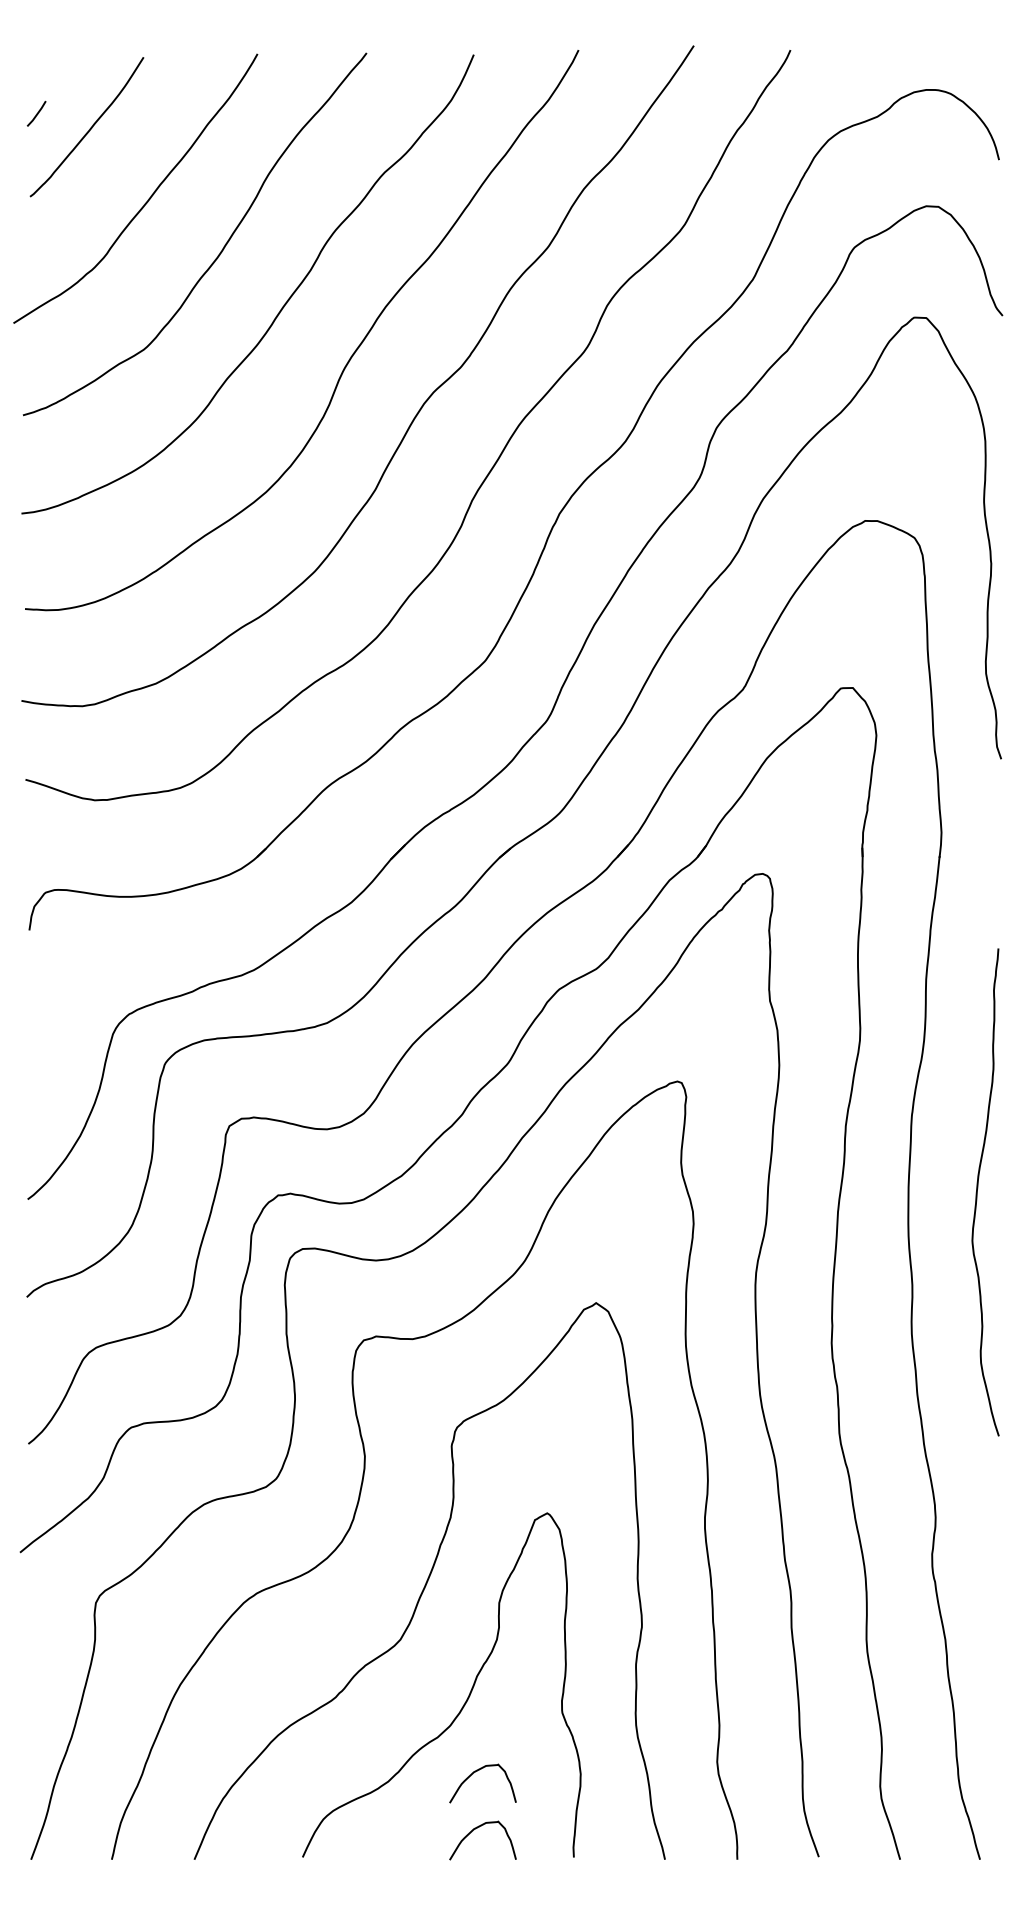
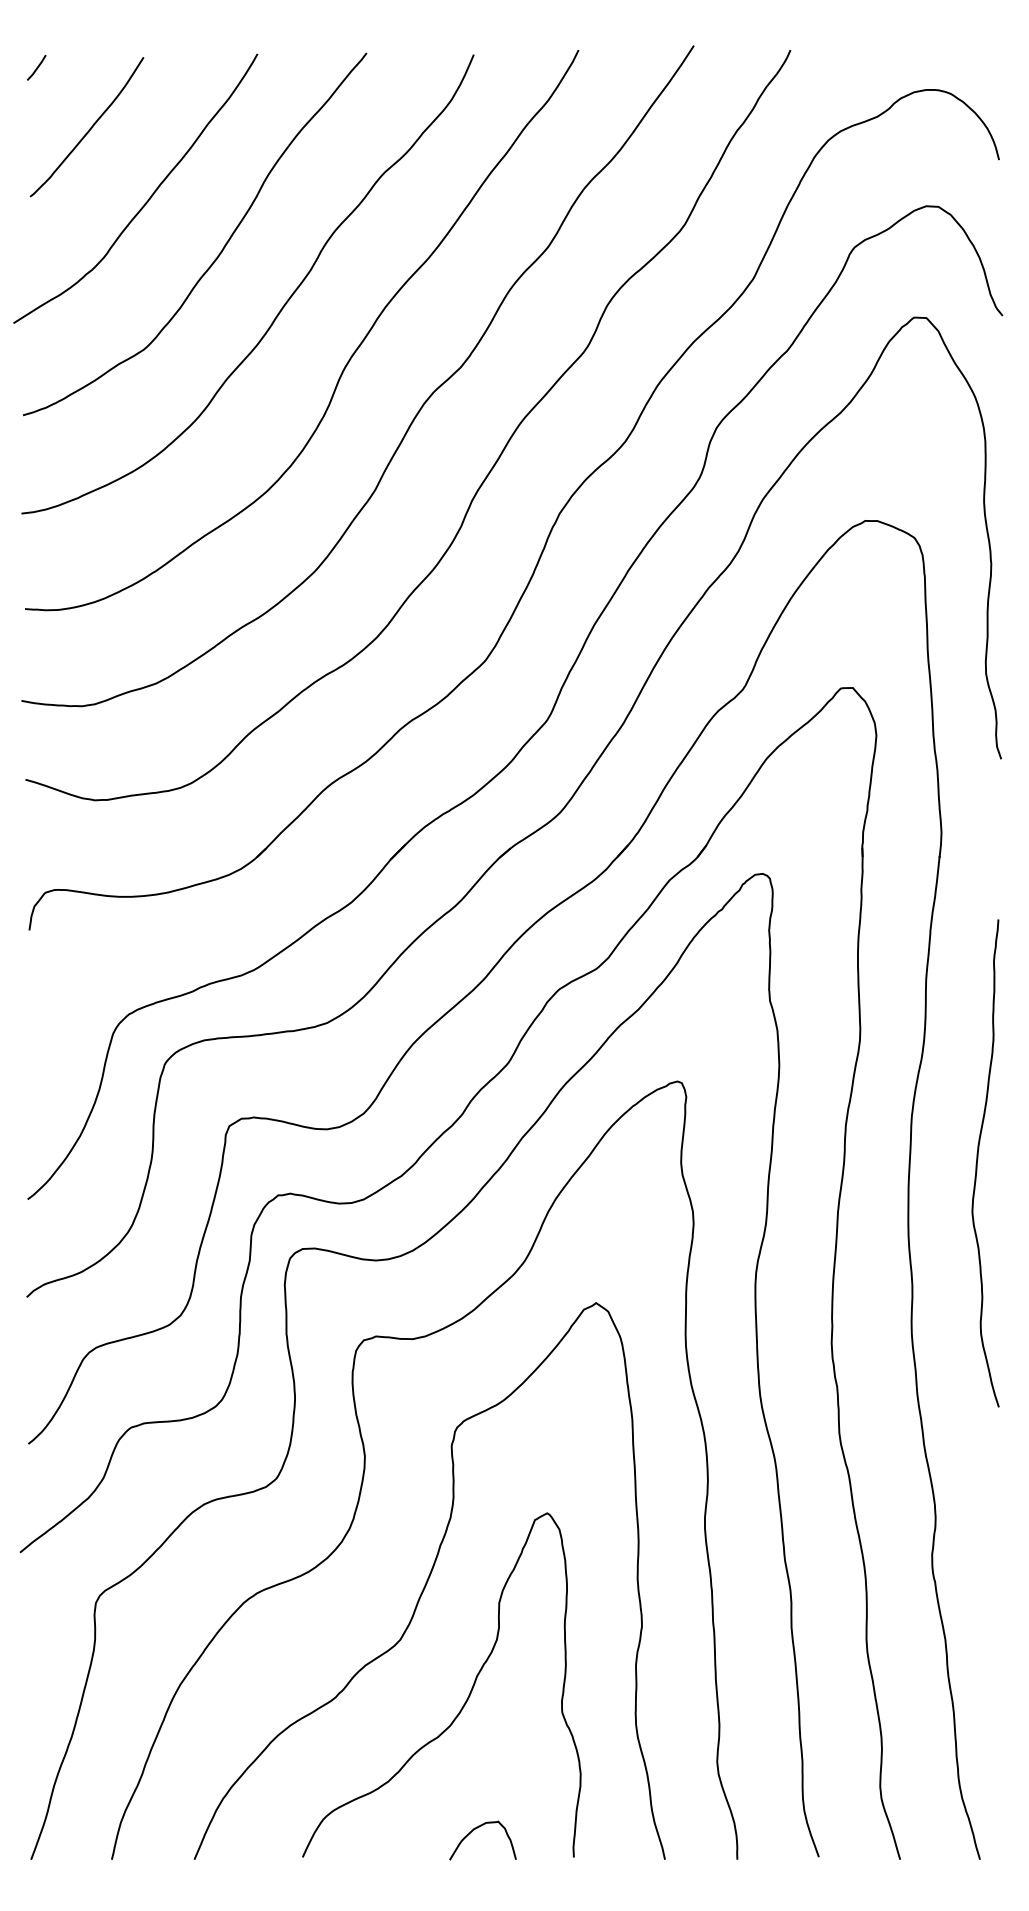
line at (36, 113) position: (36, 113) -> (36, 67)
curve at (977, 1192) position: (977, 1192) -> (977, 1163)
curve at (474, 1773): present -> none
